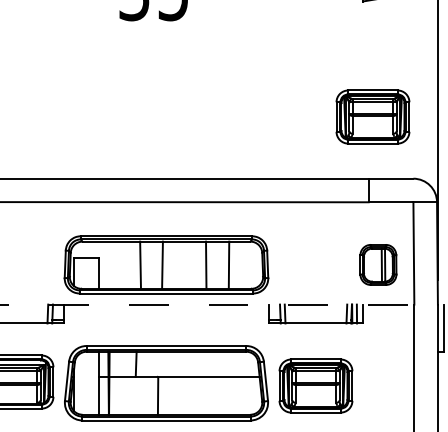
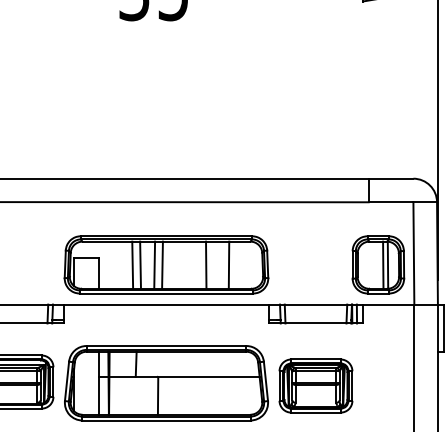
part at (372, 116): present -> none
line at (132, 264): none -> present
line at (154, 264): none -> present
part at (378, 264) size: 39x42 px -> 55x60 px
line at (222, 304): dashed -> solid
